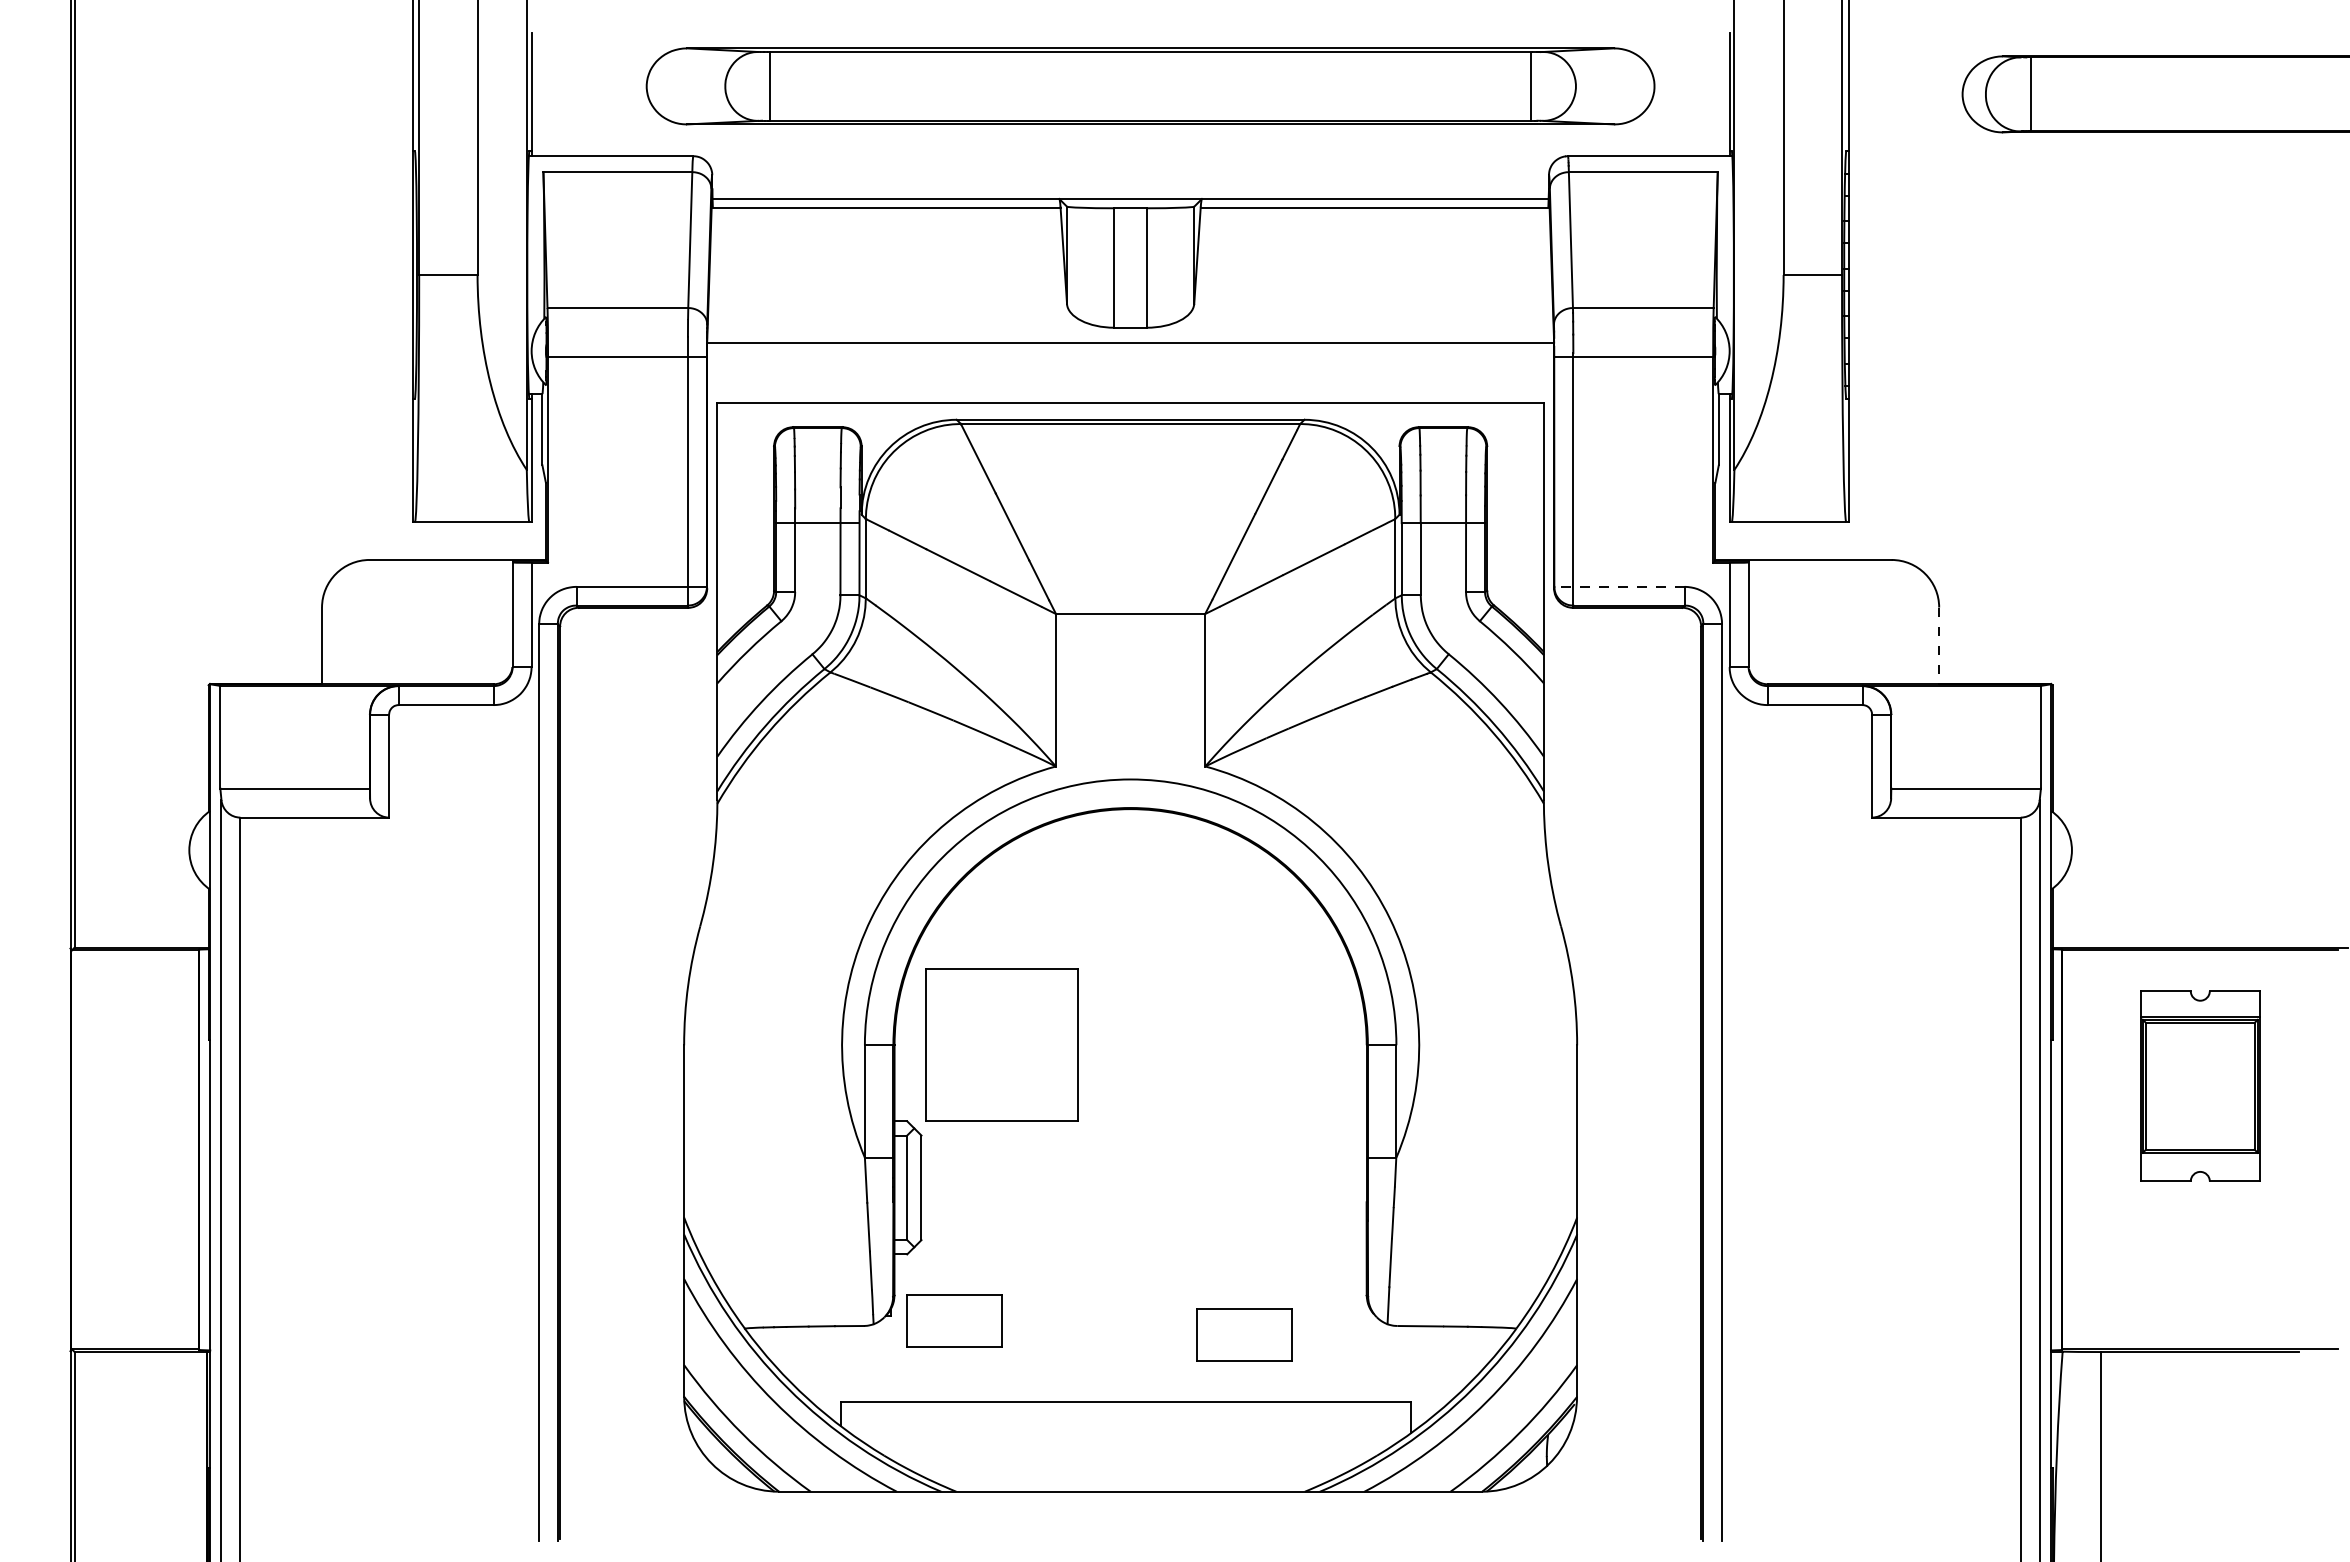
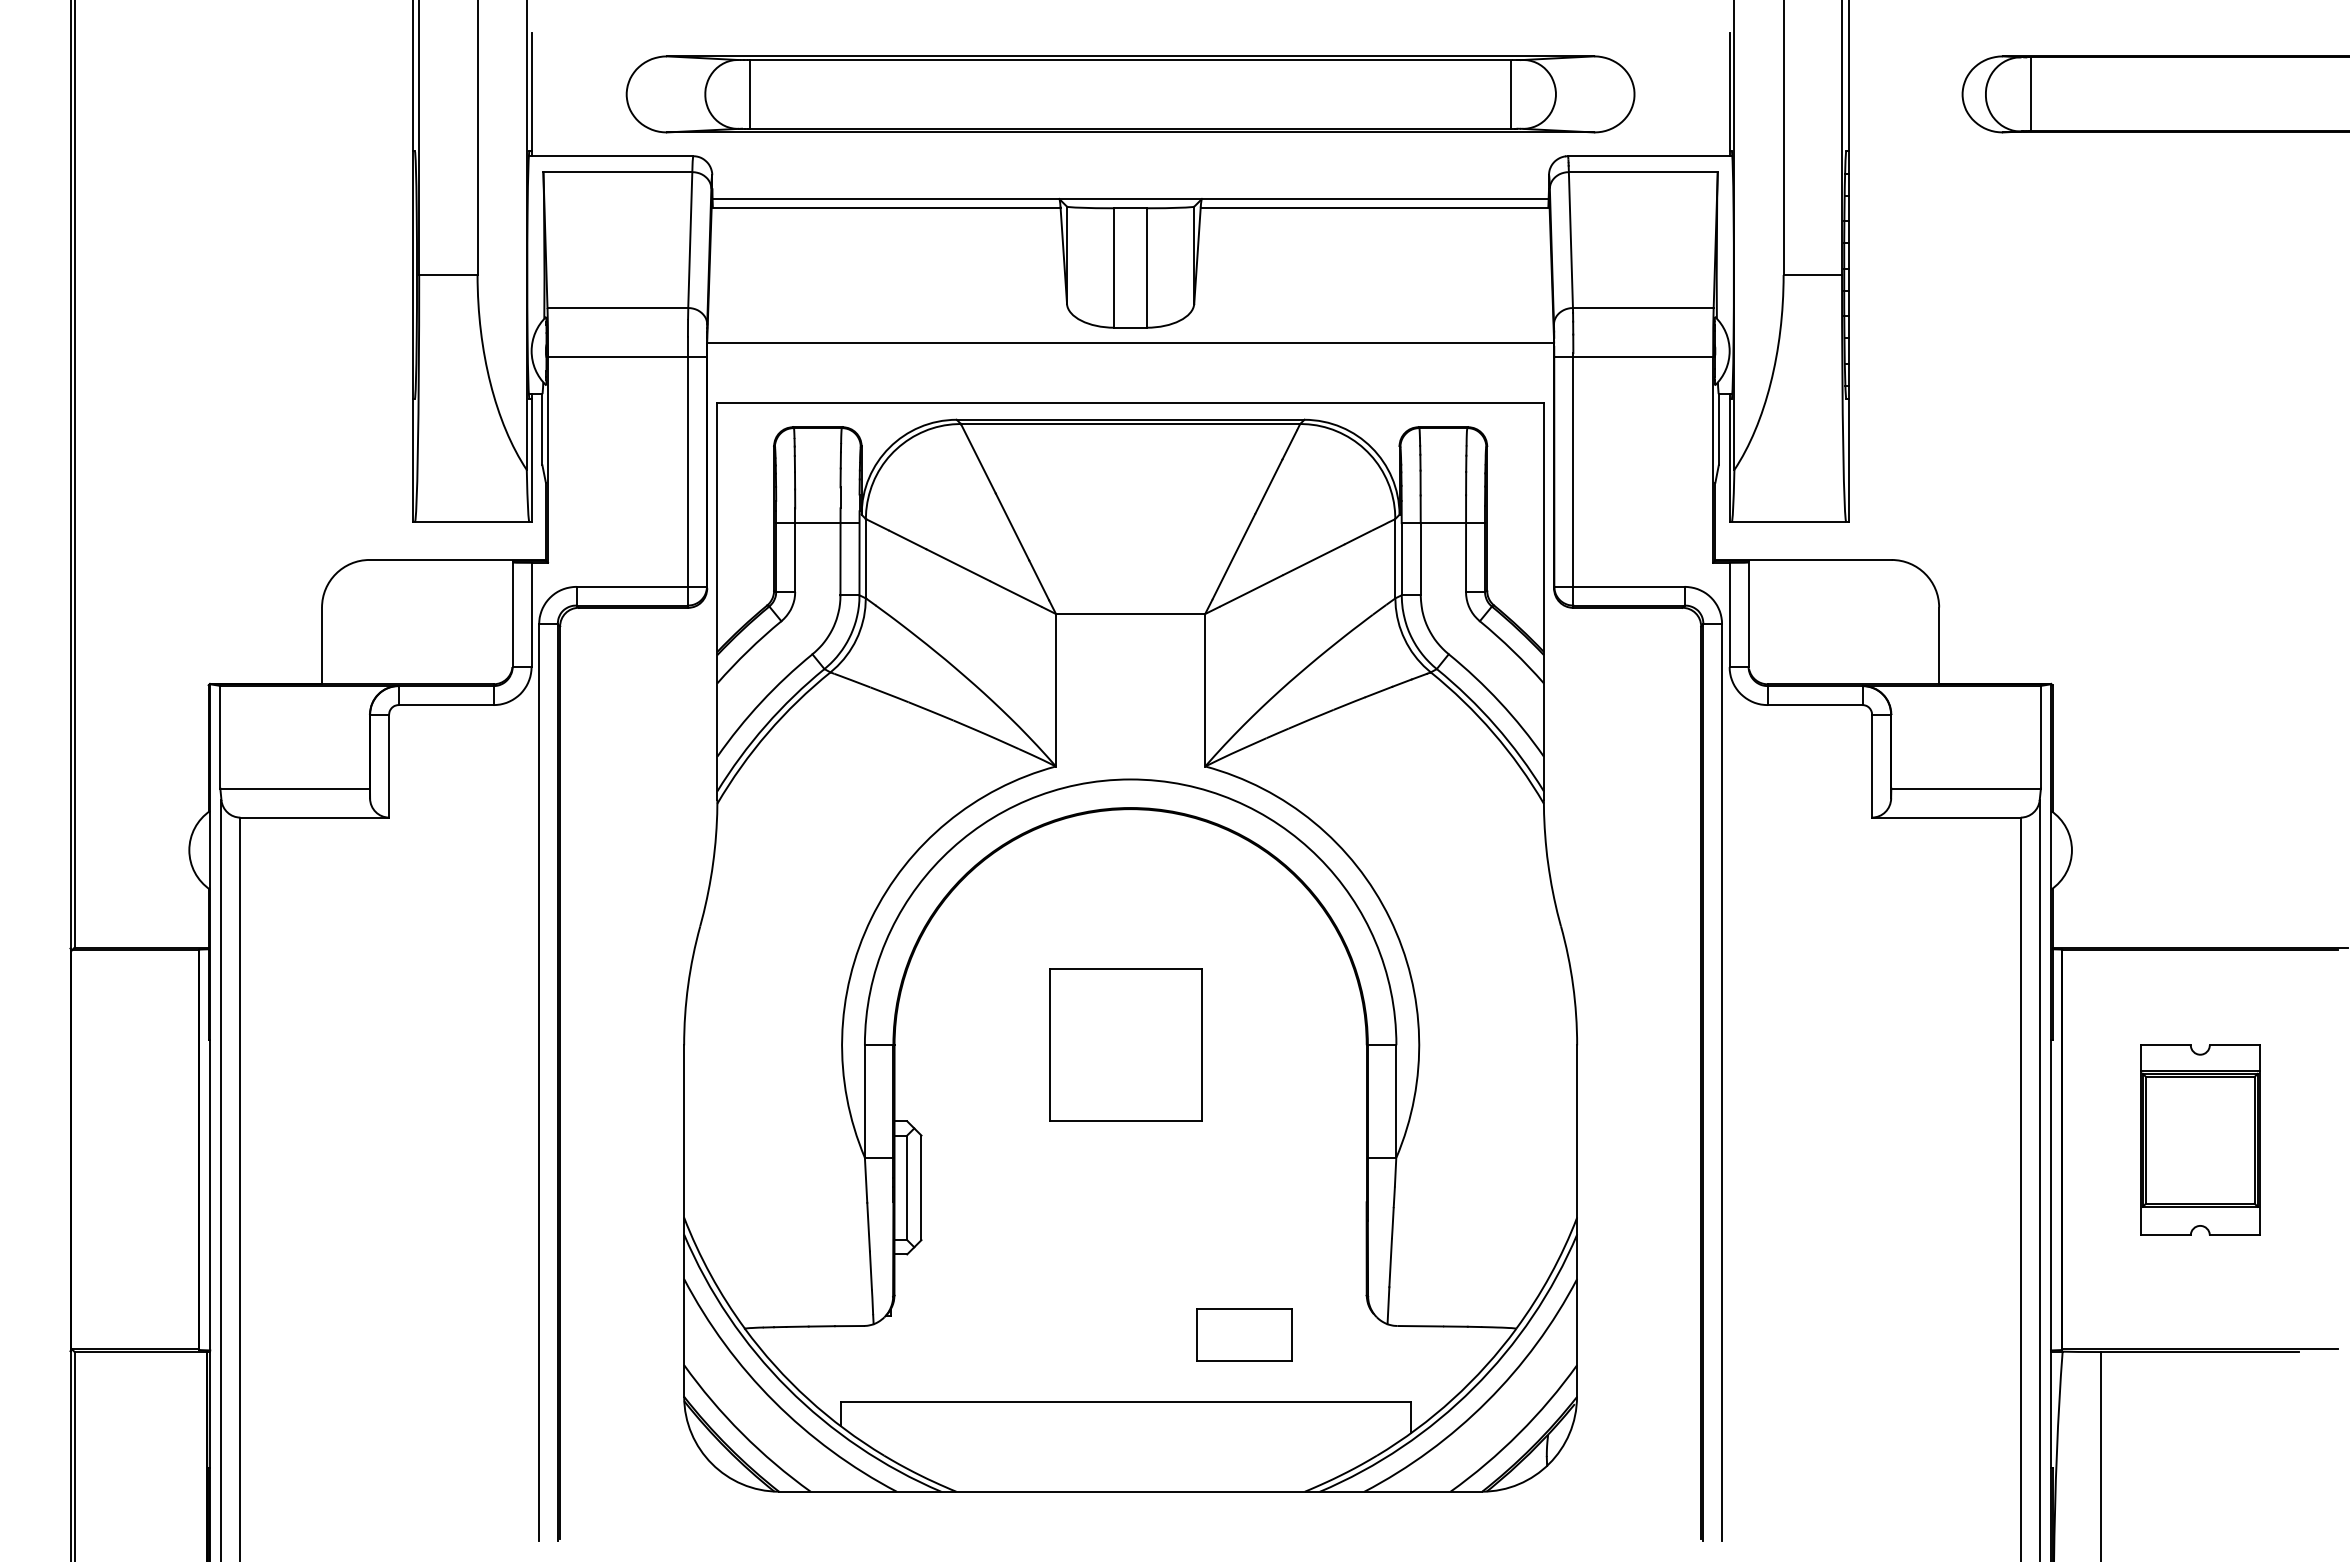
part at (1150, 86) position: (1150, 86) -> (1130, 94)
line at (1618, 586): dashed -> solid
line at (1939, 646): dashed -> solid
part at (1001, 1044) position: (1001, 1044) -> (1125, 1044)
part at (2200, 1085) position: (2200, 1085) -> (2200, 1139)
part at (954, 1320): present -> none
